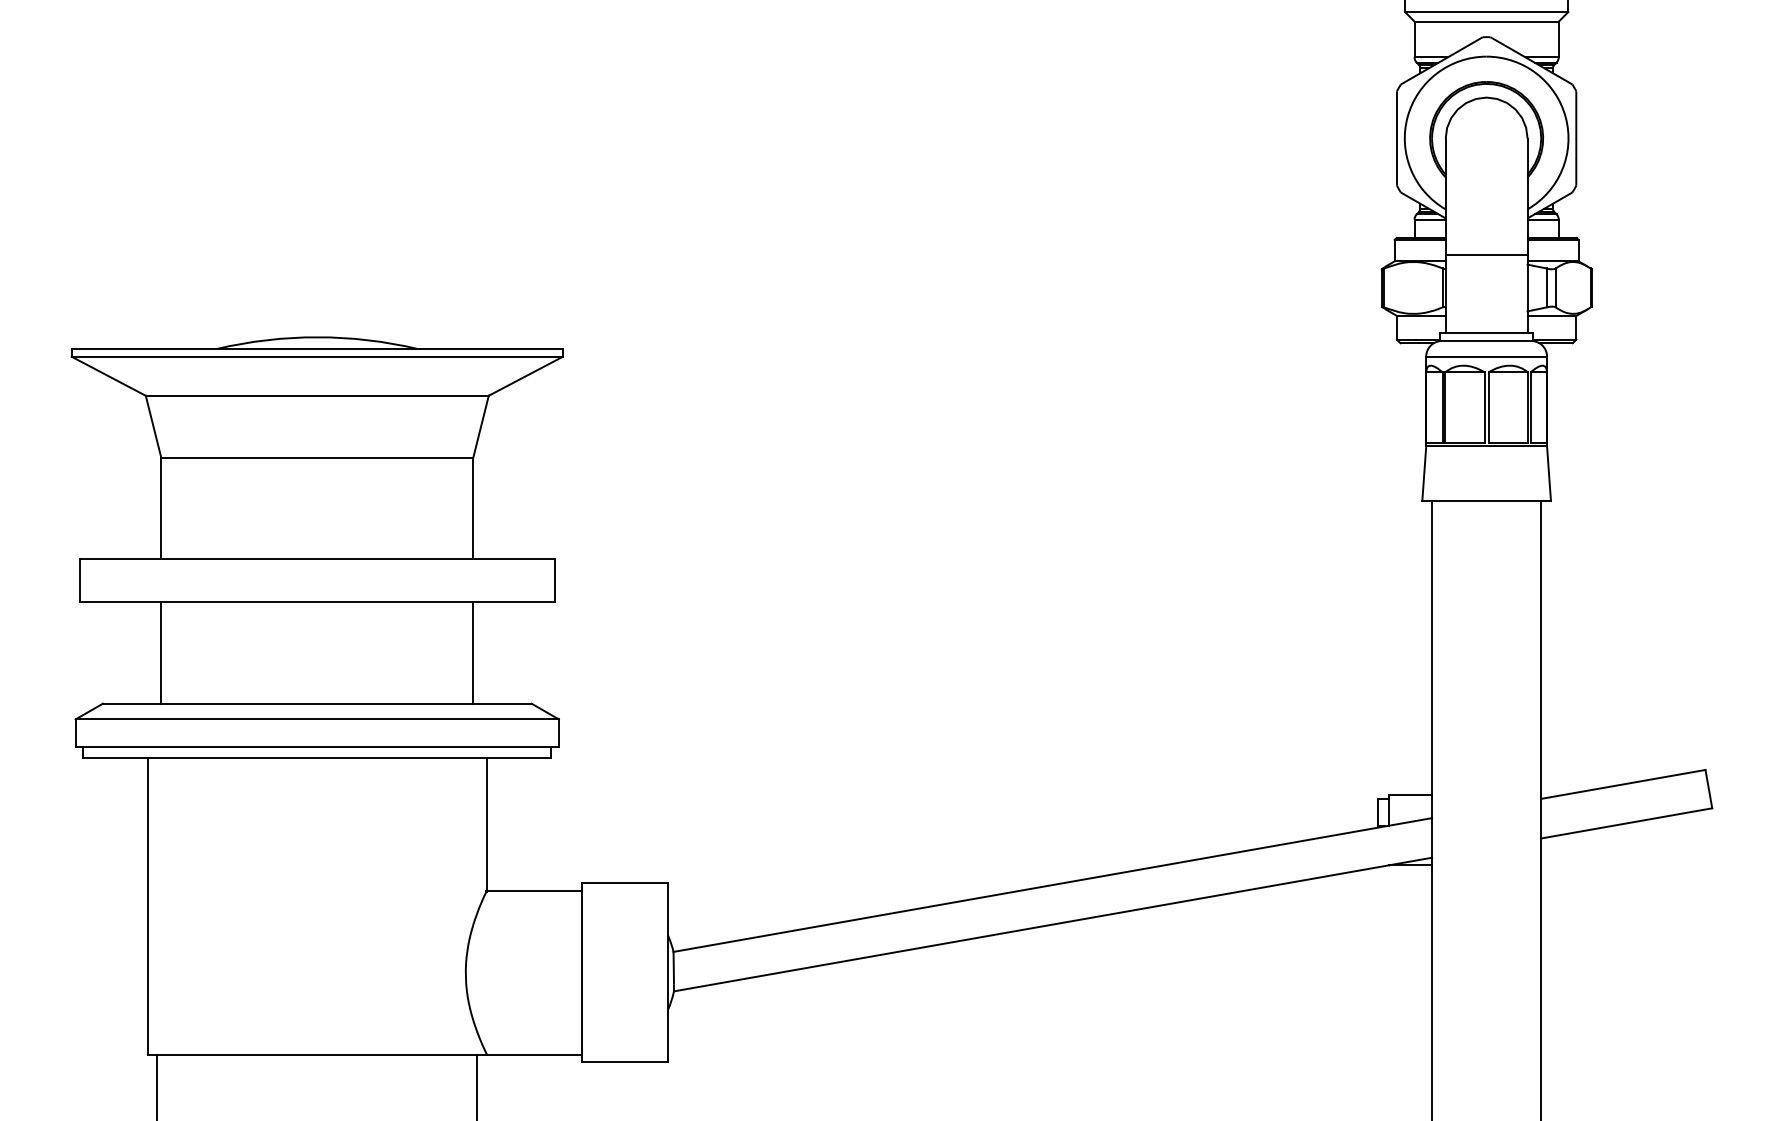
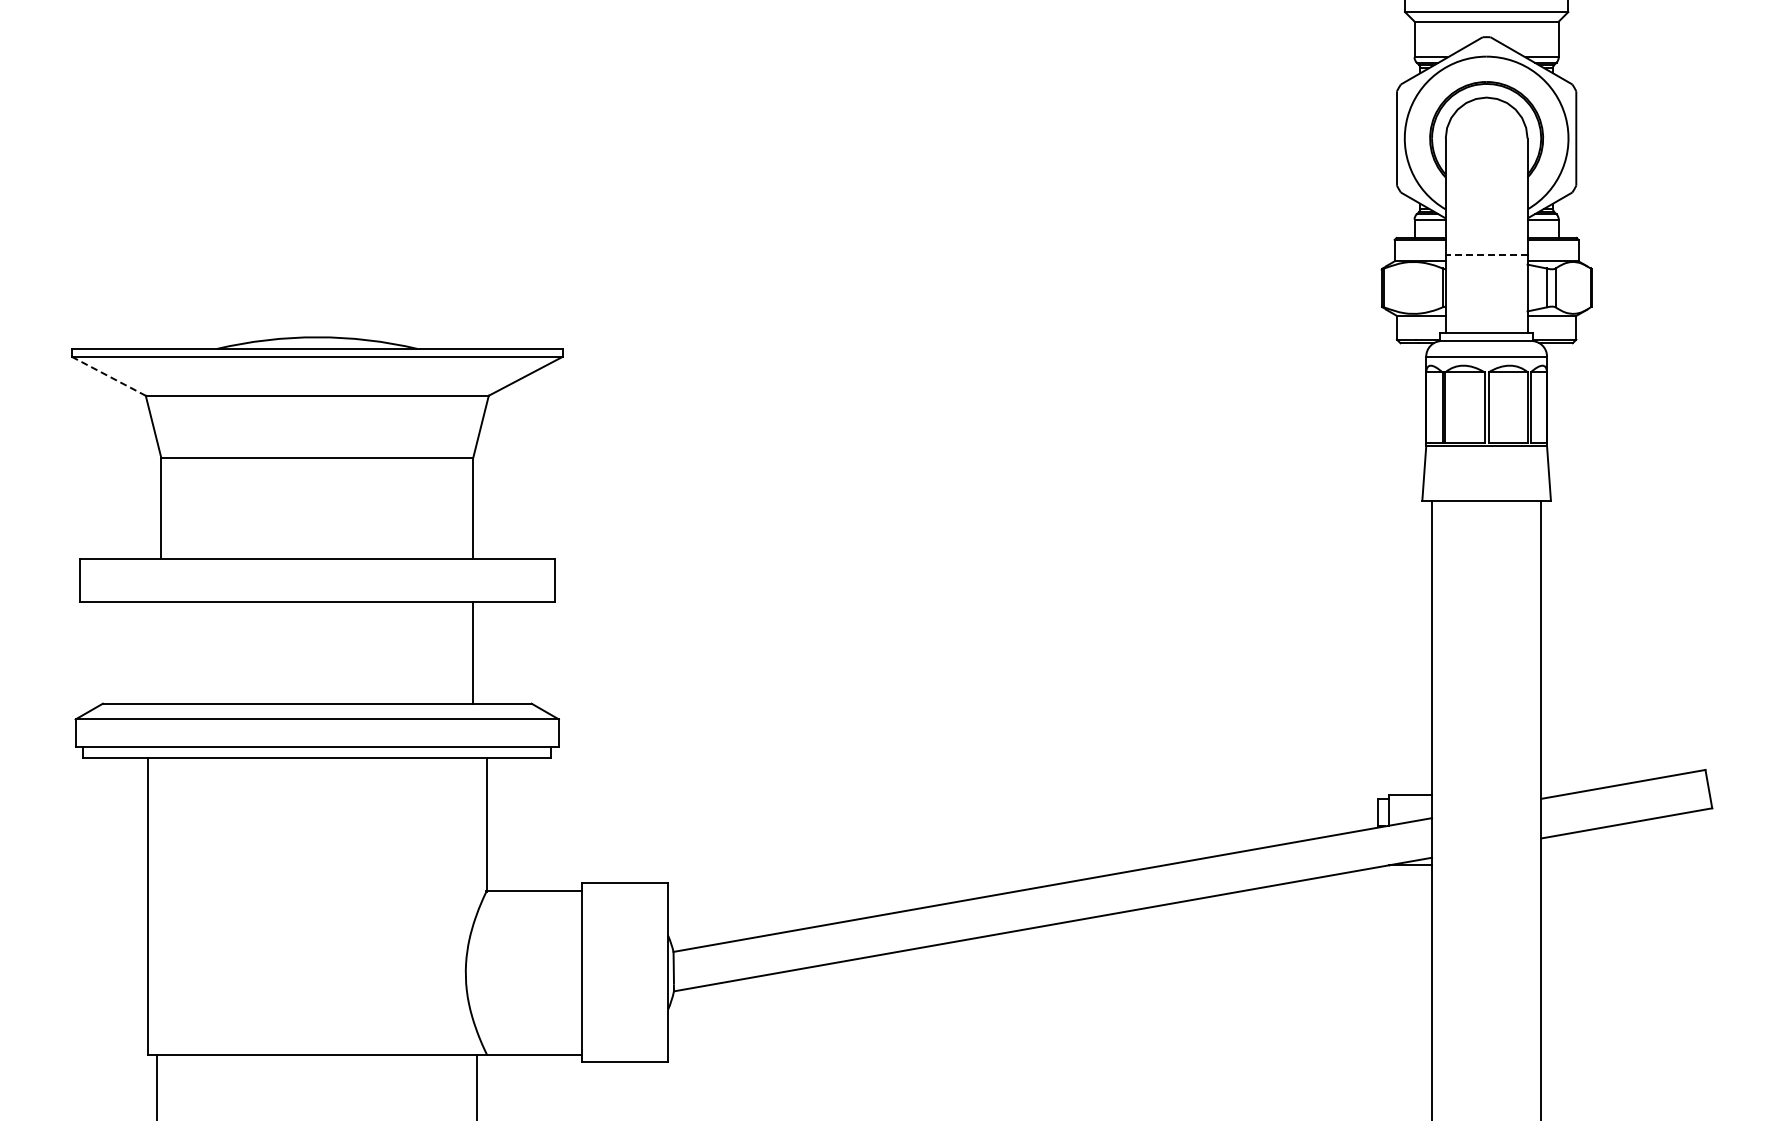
line at (1486, 255): solid -> dashed
line at (108, 376): solid -> dashed
line at (161, 652): present -> none
